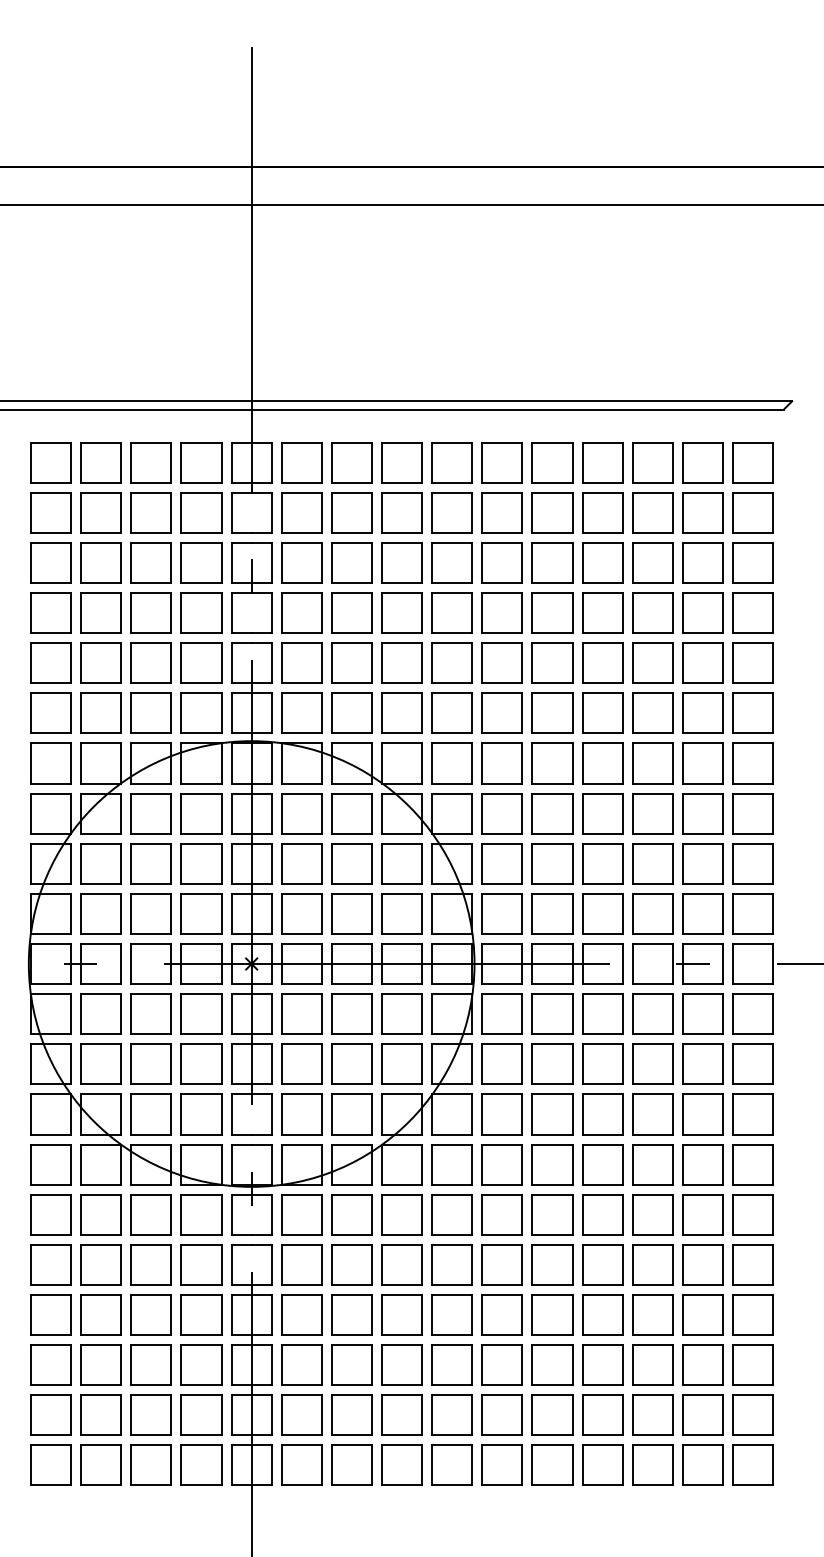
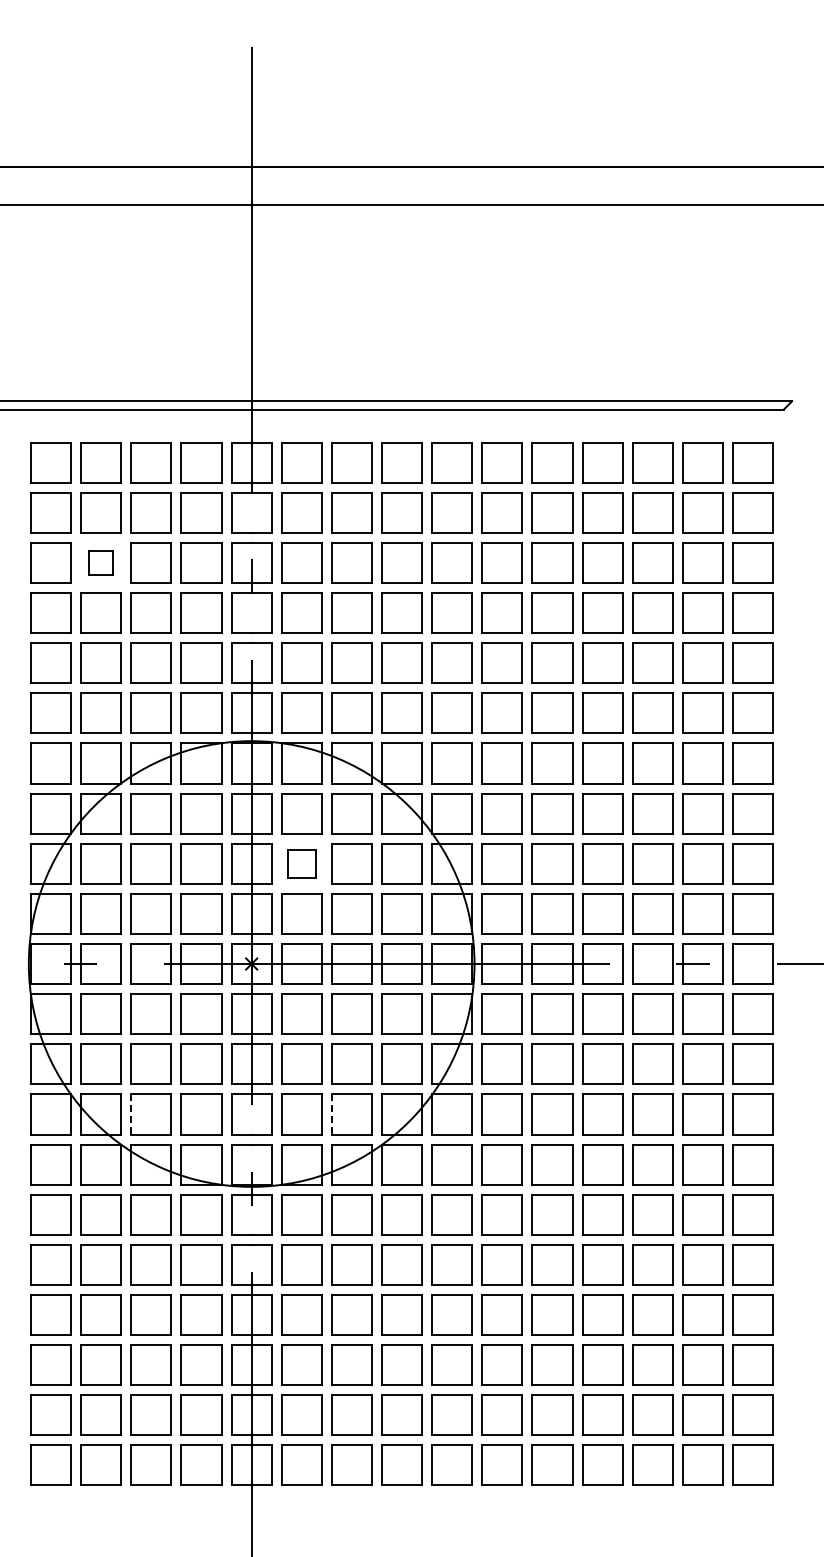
part at (100, 562) size: 42x42 px -> 26x26 px
part at (301, 863) size: 42x42 px -> 30x30 px
line at (131, 1114): solid -> dashed
line at (331, 1114): solid -> dashed
